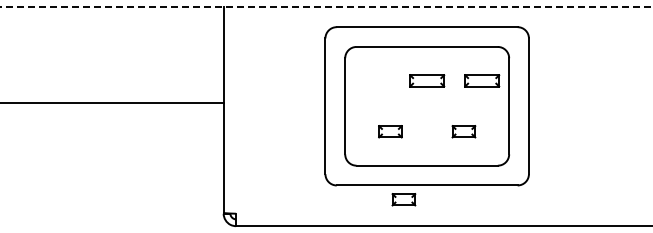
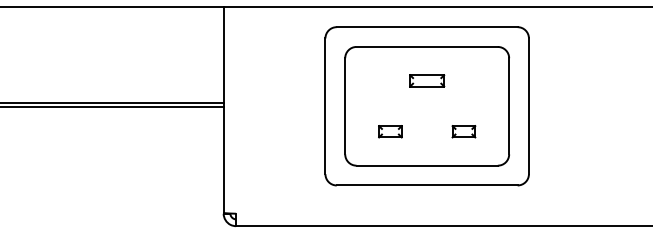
line at (325, 6): dashed -> solid
part at (482, 80): present -> none
line at (112, 107): none -> present
part at (403, 199): present -> none
